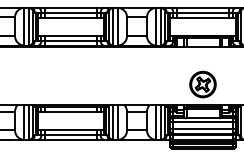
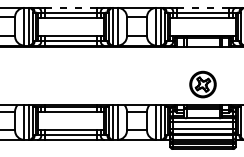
line at (70, 7): solid -> dashed
line at (202, 7): solid -> dashed
